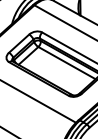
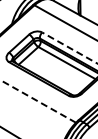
line at (69, 48): solid -> dashed
line at (37, 101): solid -> dashed
